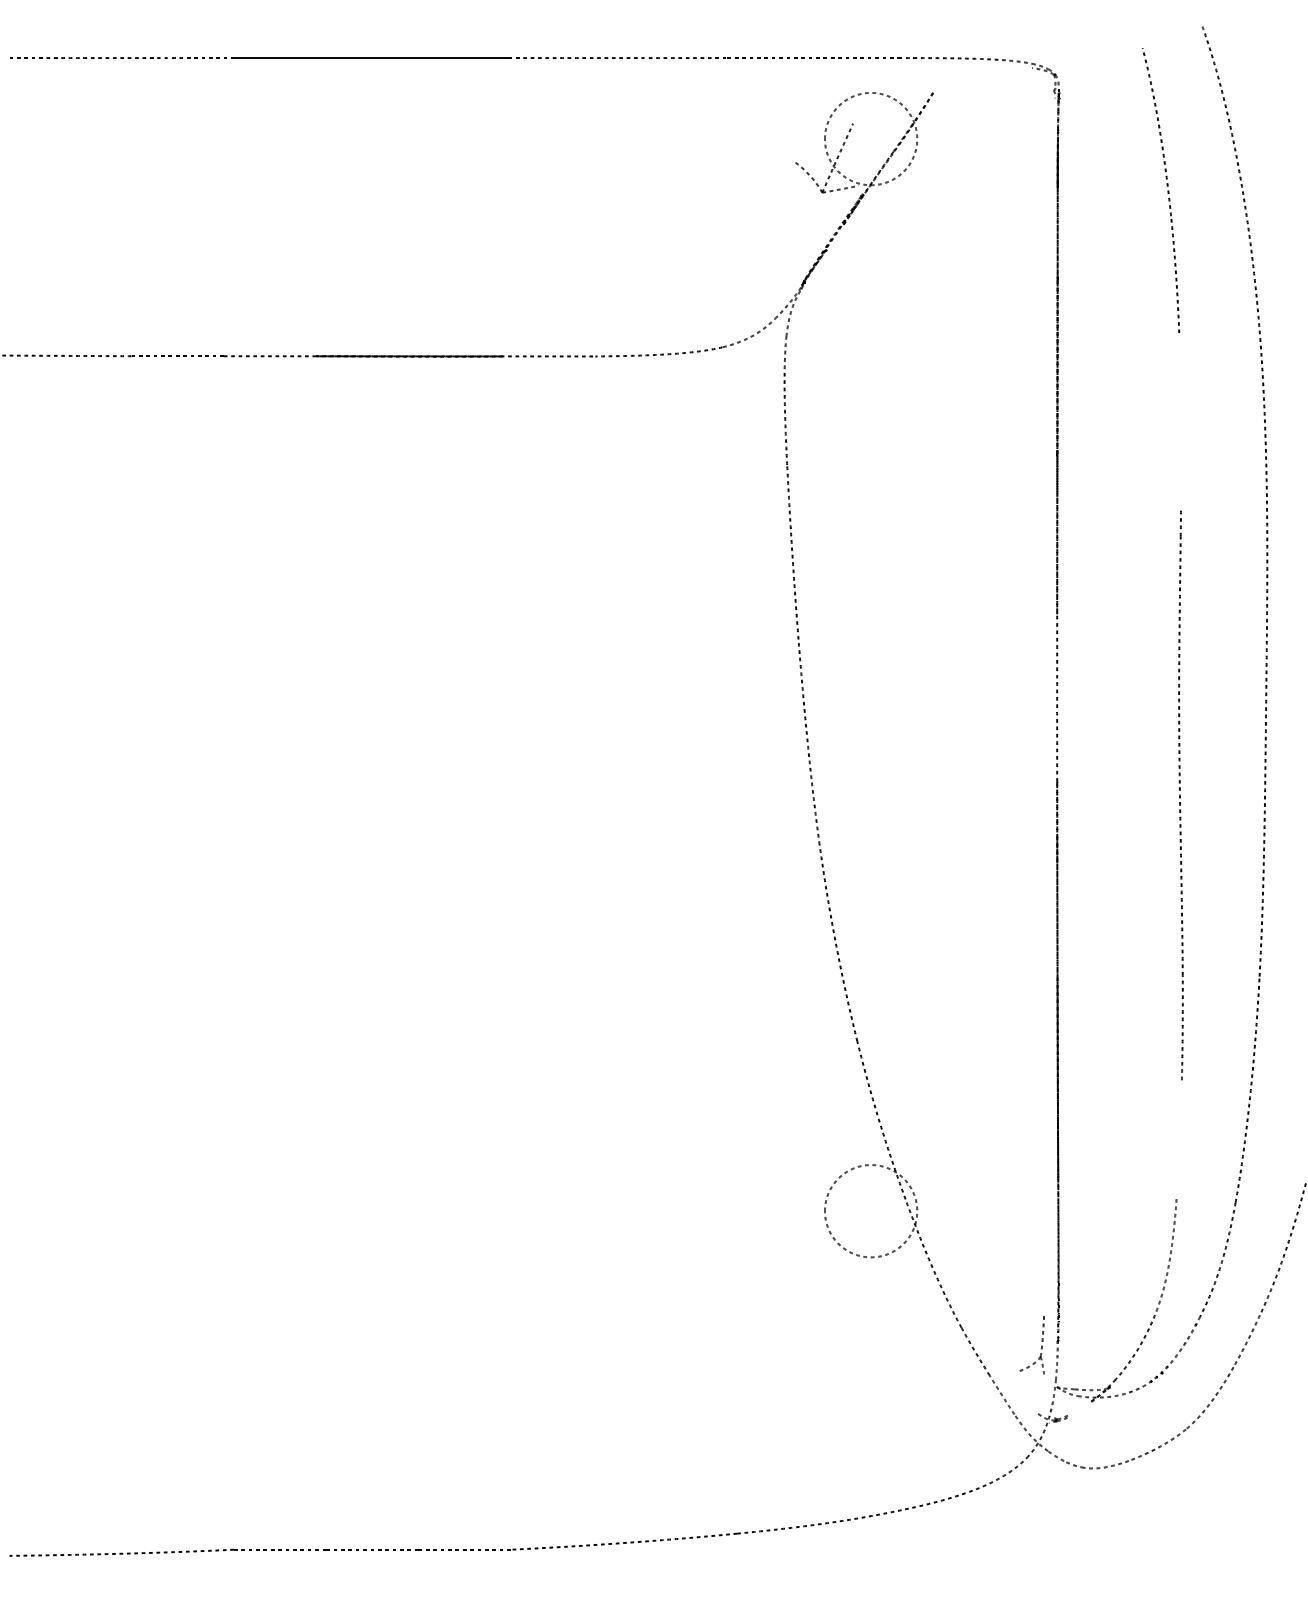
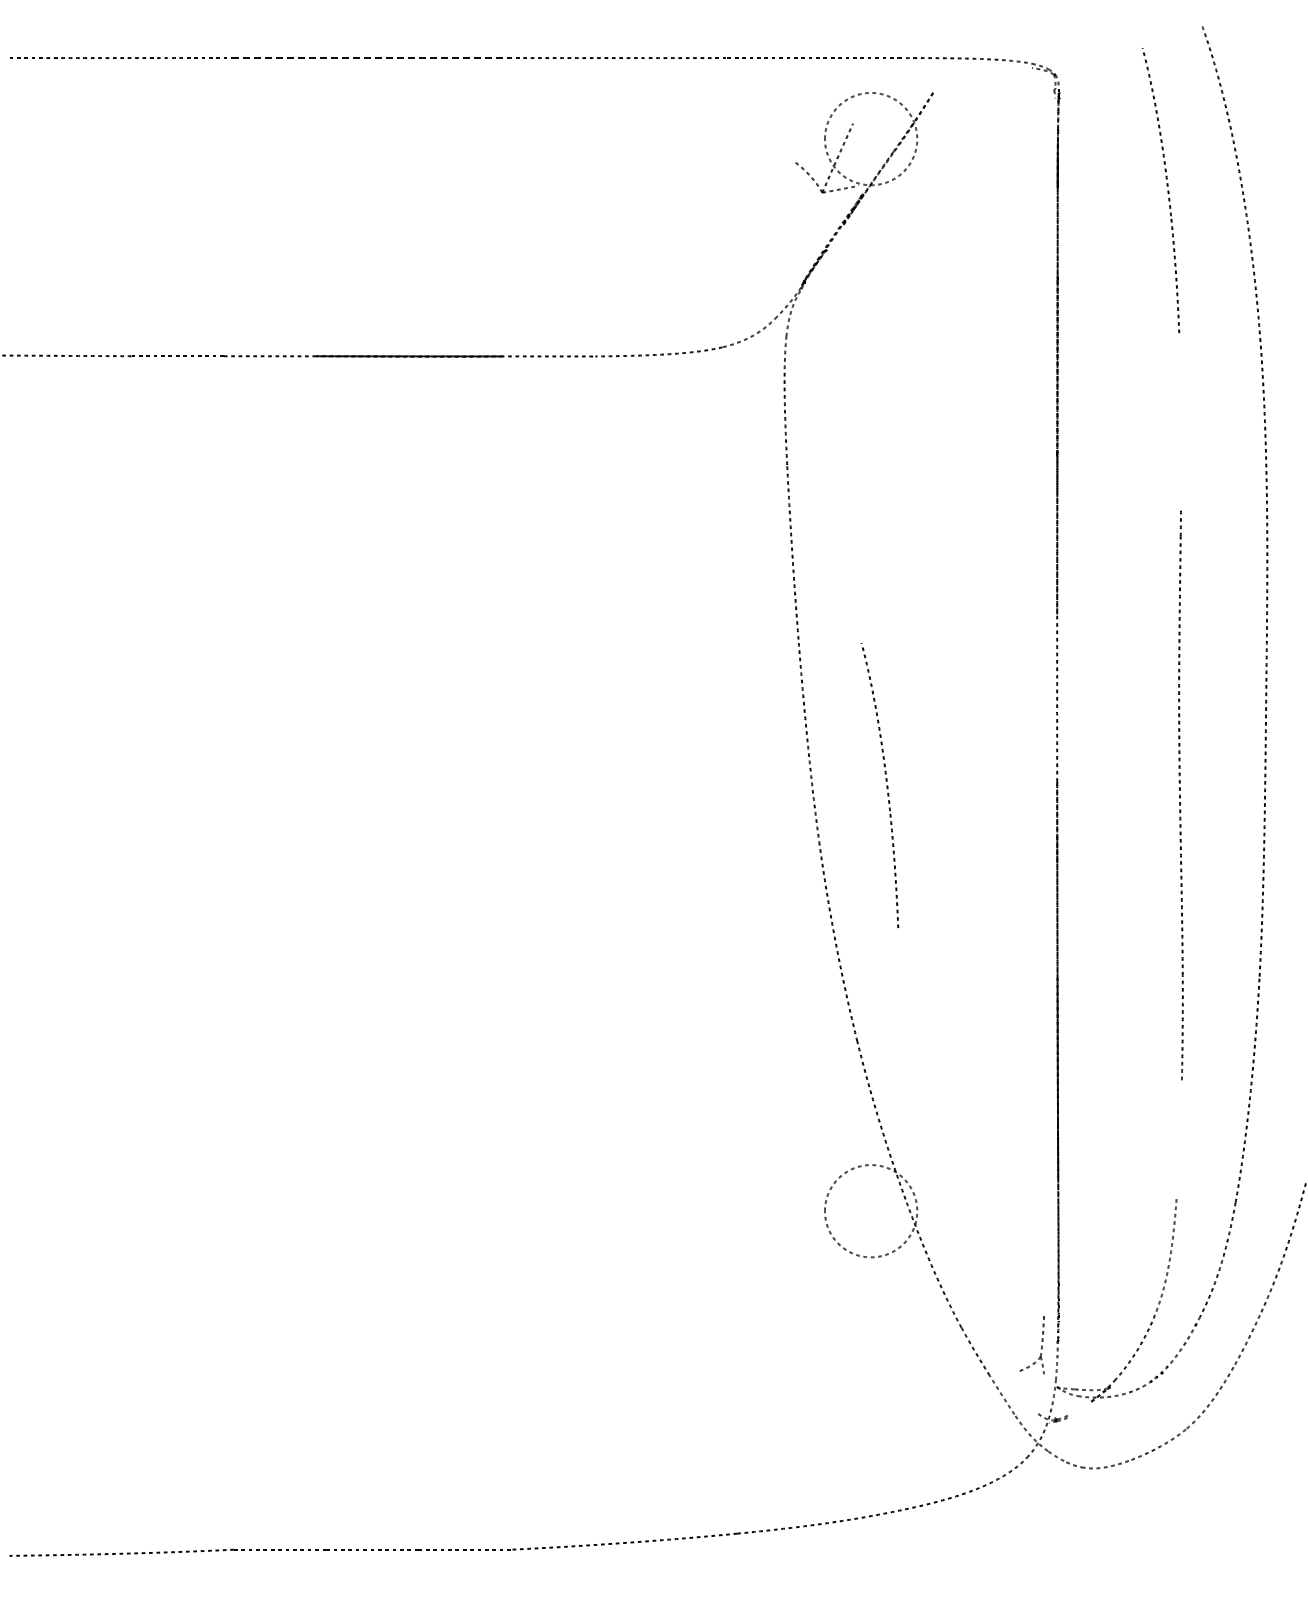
line at (370, 58): solid -> dashed
part at (886, 785): none -> present
